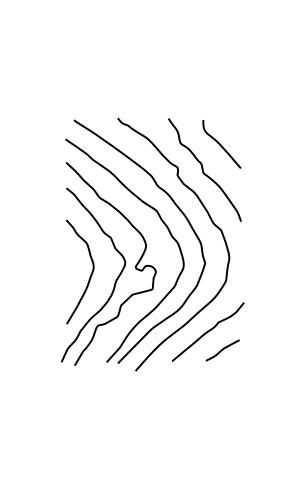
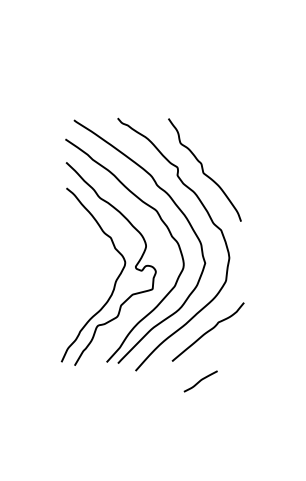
curve at (221, 144): present -> none
curve at (90, 274): present -> none
curve at (222, 350) position: (222, 350) -> (200, 381)
